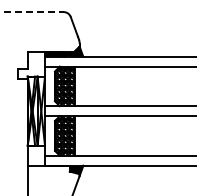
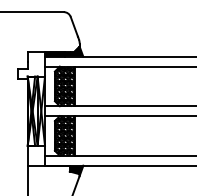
line at (32, 12): dashed -> solid
